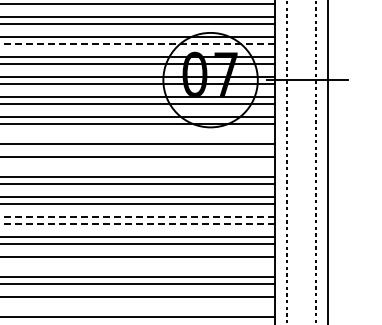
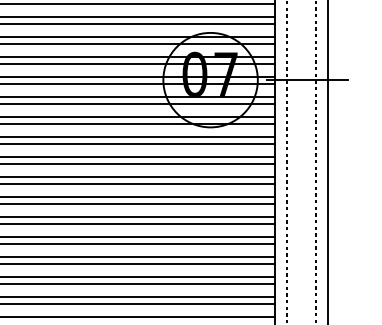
line at (137, 44): dashed -> solid
line at (138, 136): none -> present
line at (138, 164): none -> present
line at (137, 216): dashed -> solid
line at (137, 224): dashed -> solid
line at (138, 264): none -> present
line at (138, 304): none -> present
